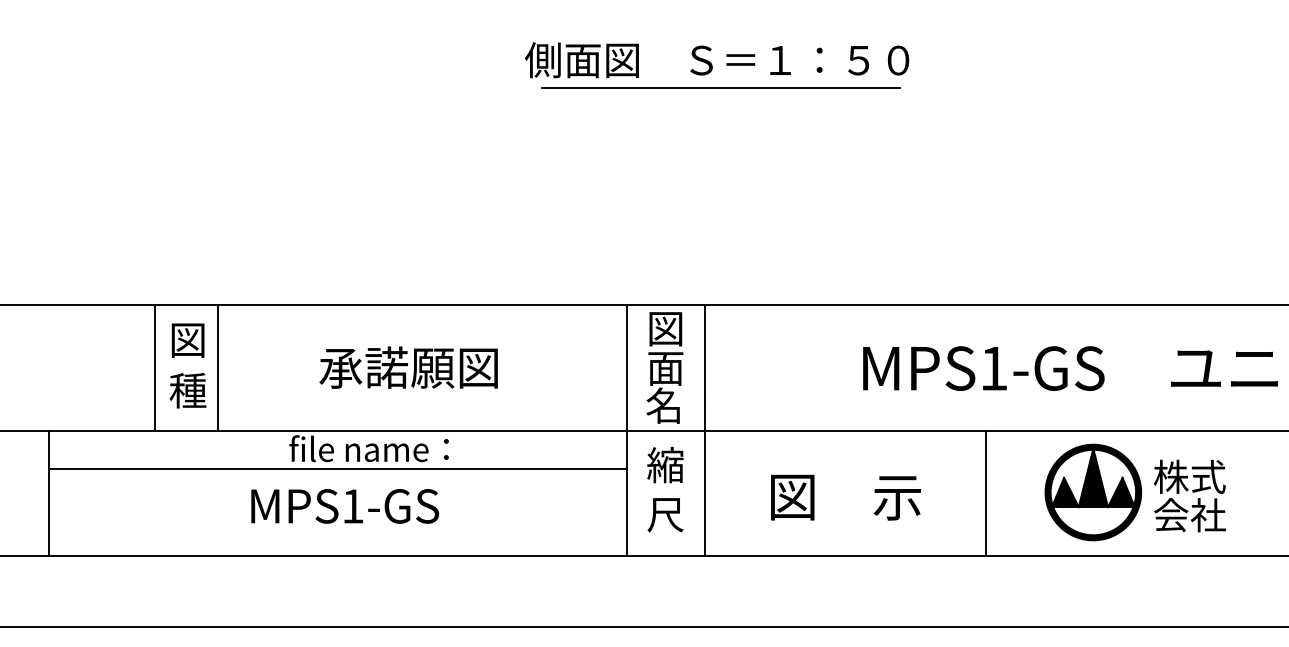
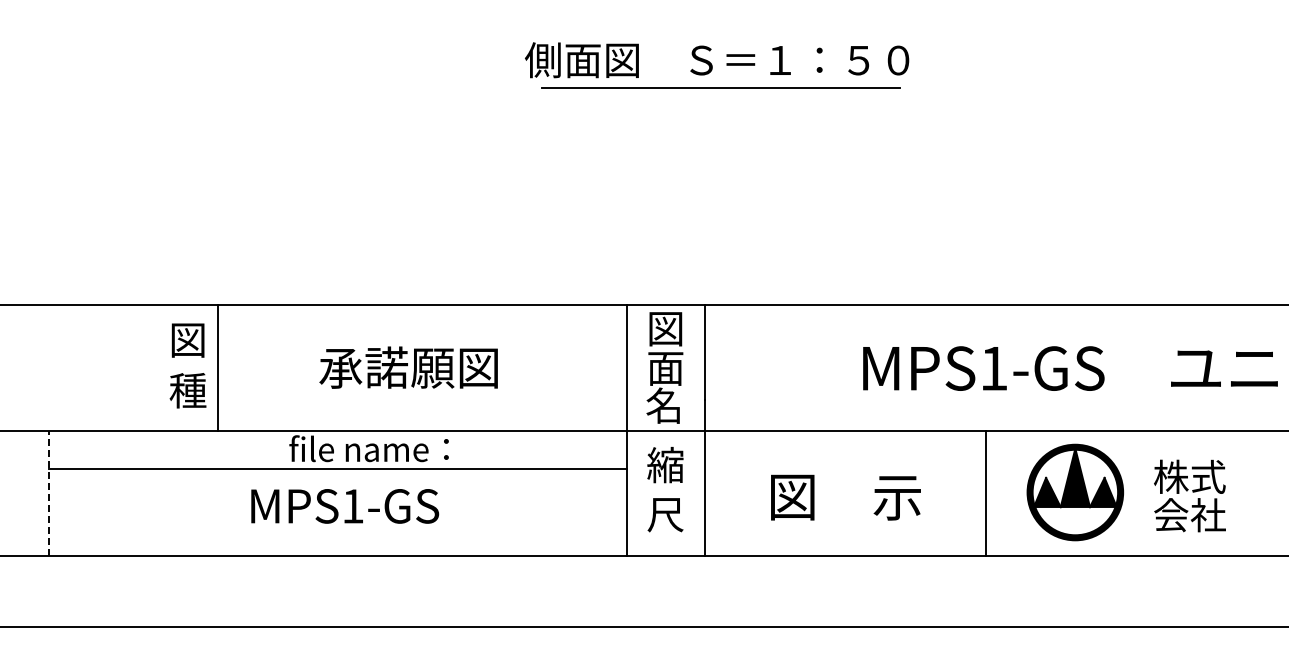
line at (155, 367): present -> none
part at (1093, 492) position: (1093, 492) -> (1075, 492)
line at (48, 493): solid -> dashed
